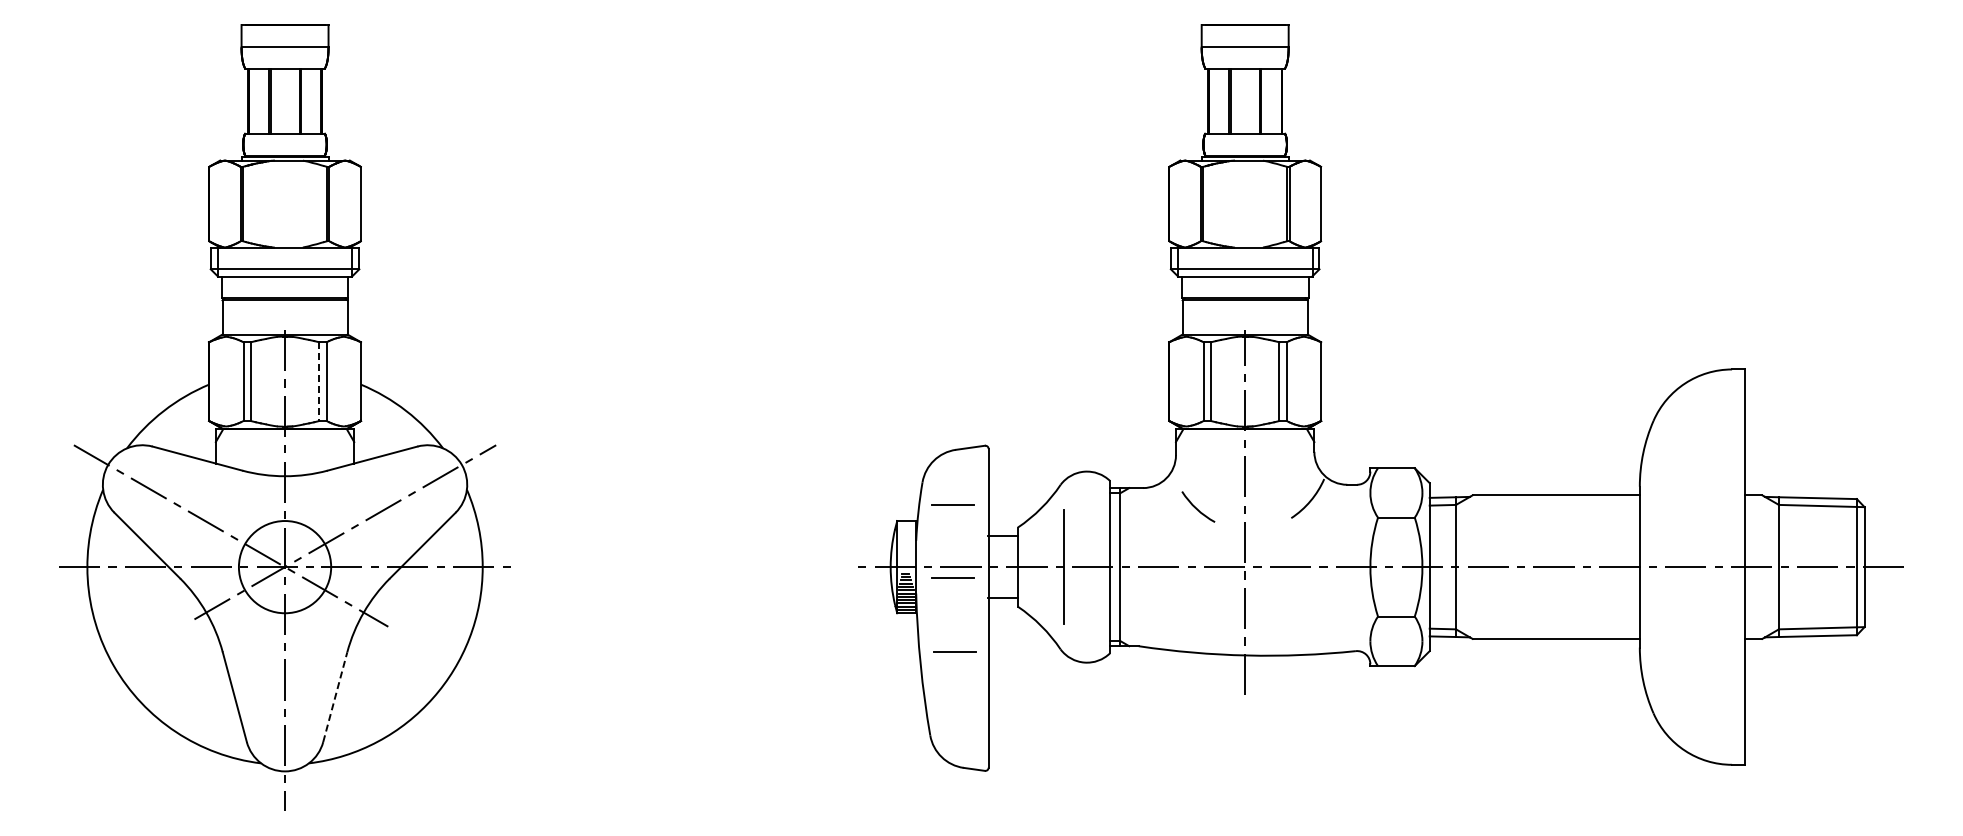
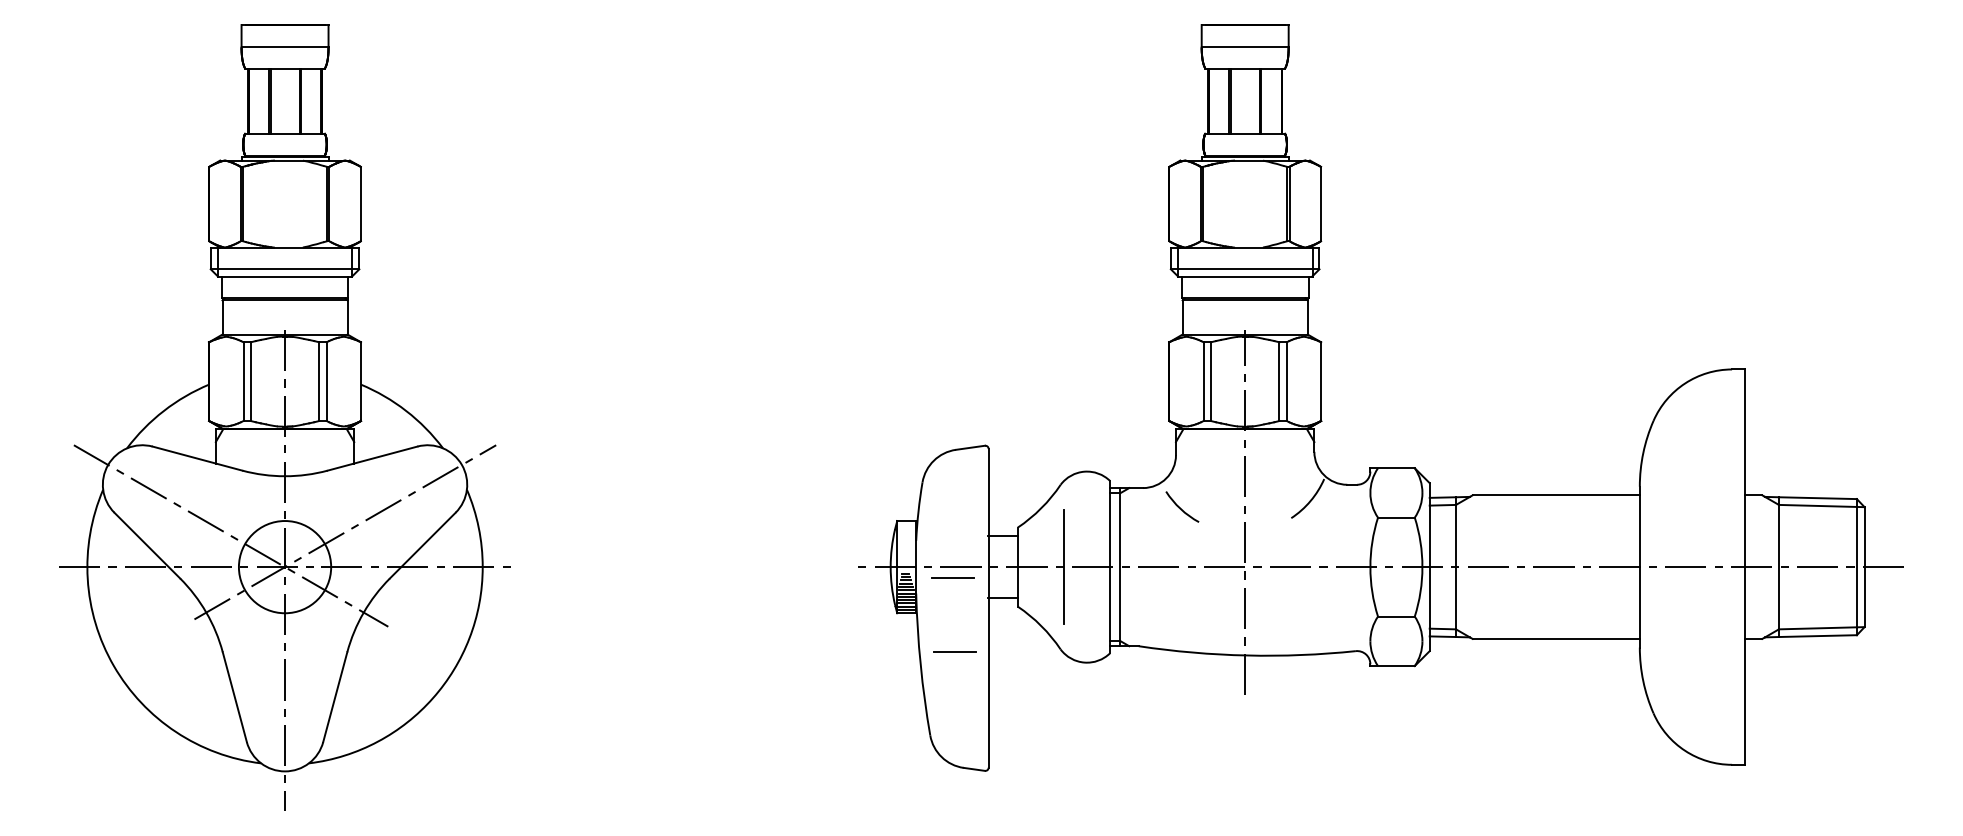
line at (319, 382): dashed -> solid
line at (952, 504): present -> none
arc at (1196, 507) position: (1196, 507) -> (1180, 507)
line at (335, 696): dashed -> solid
